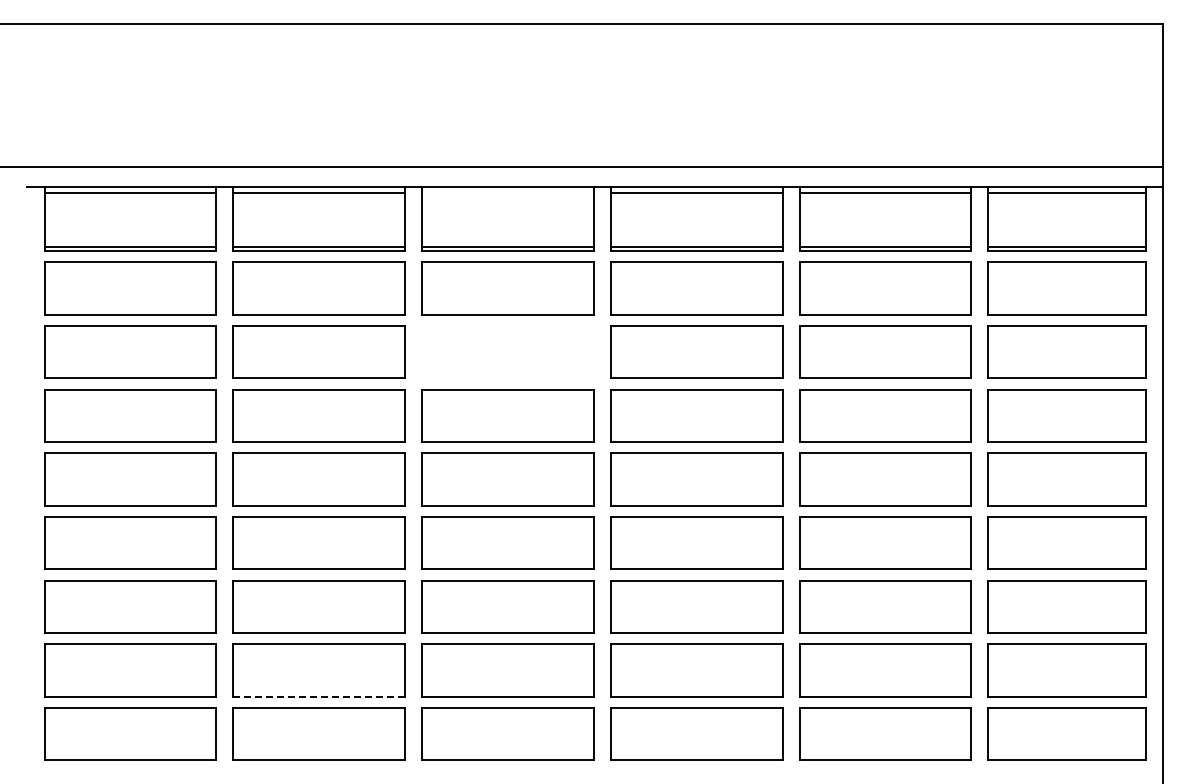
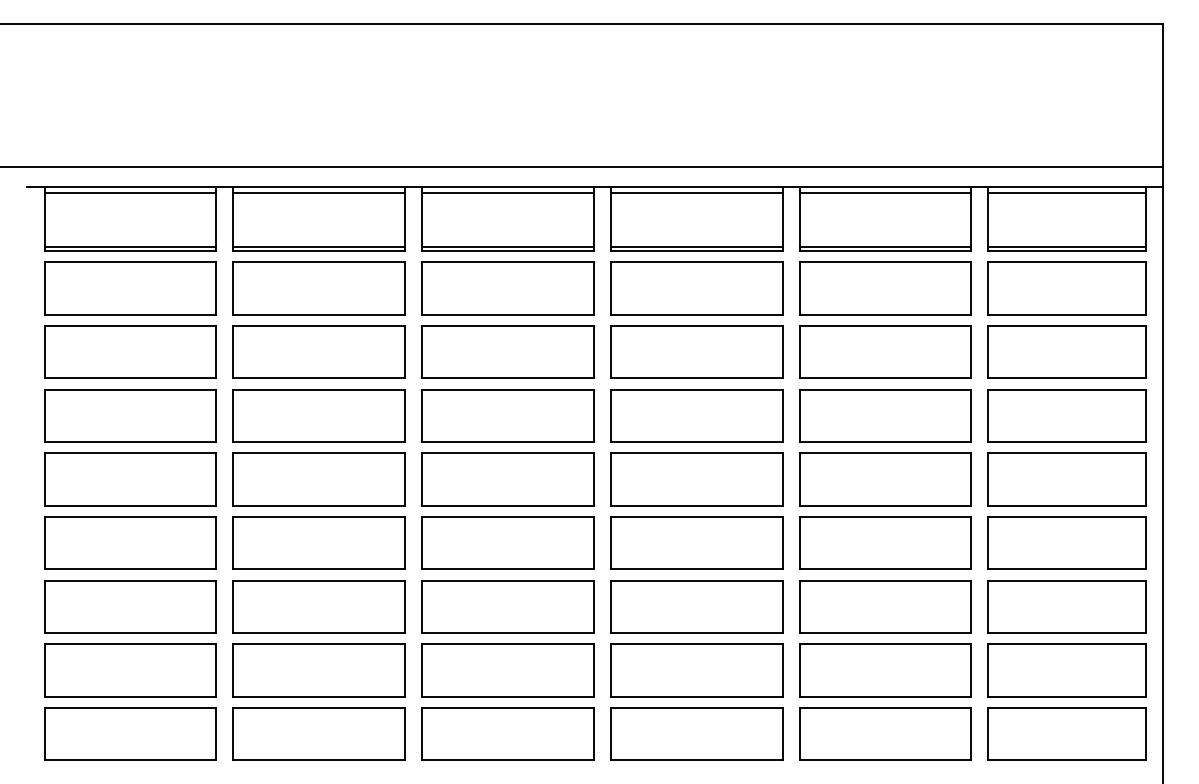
line at (507, 192): none -> present
part at (507, 351): none -> present
line at (319, 696): dashed -> solid
